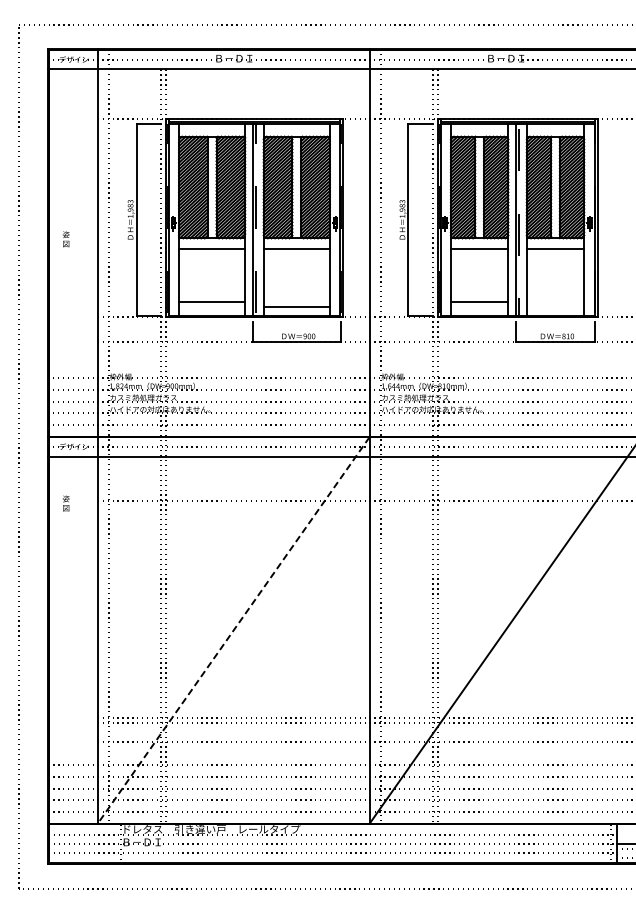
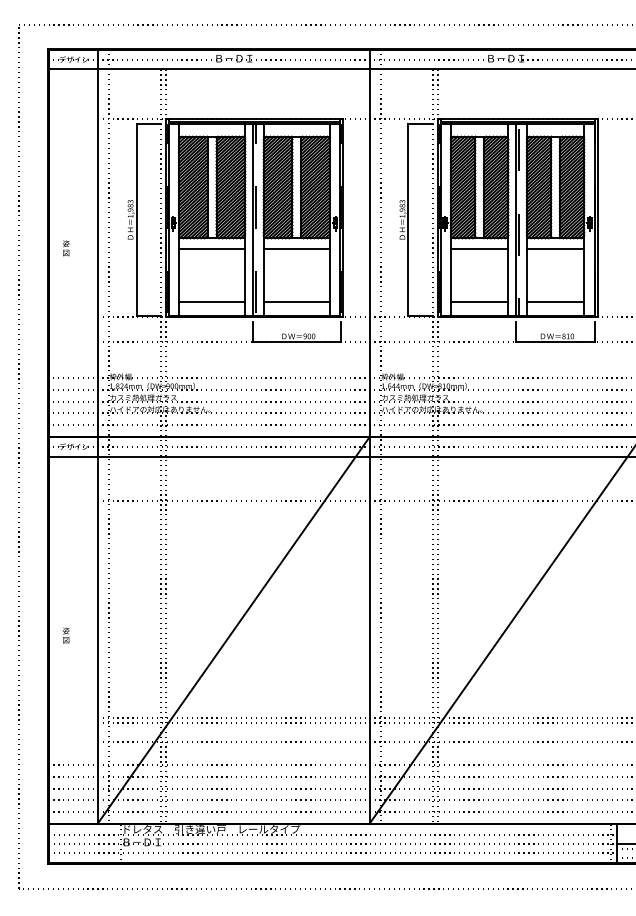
text at (66, 239) position: (66, 239) -> (66, 248)
line at (555, 301): none -> present
line at (296, 306) position: (296, 306) -> (296, 301)
text at (66, 503) position: (66, 503) -> (66, 635)
line at (233, 630): dashed -> solid
